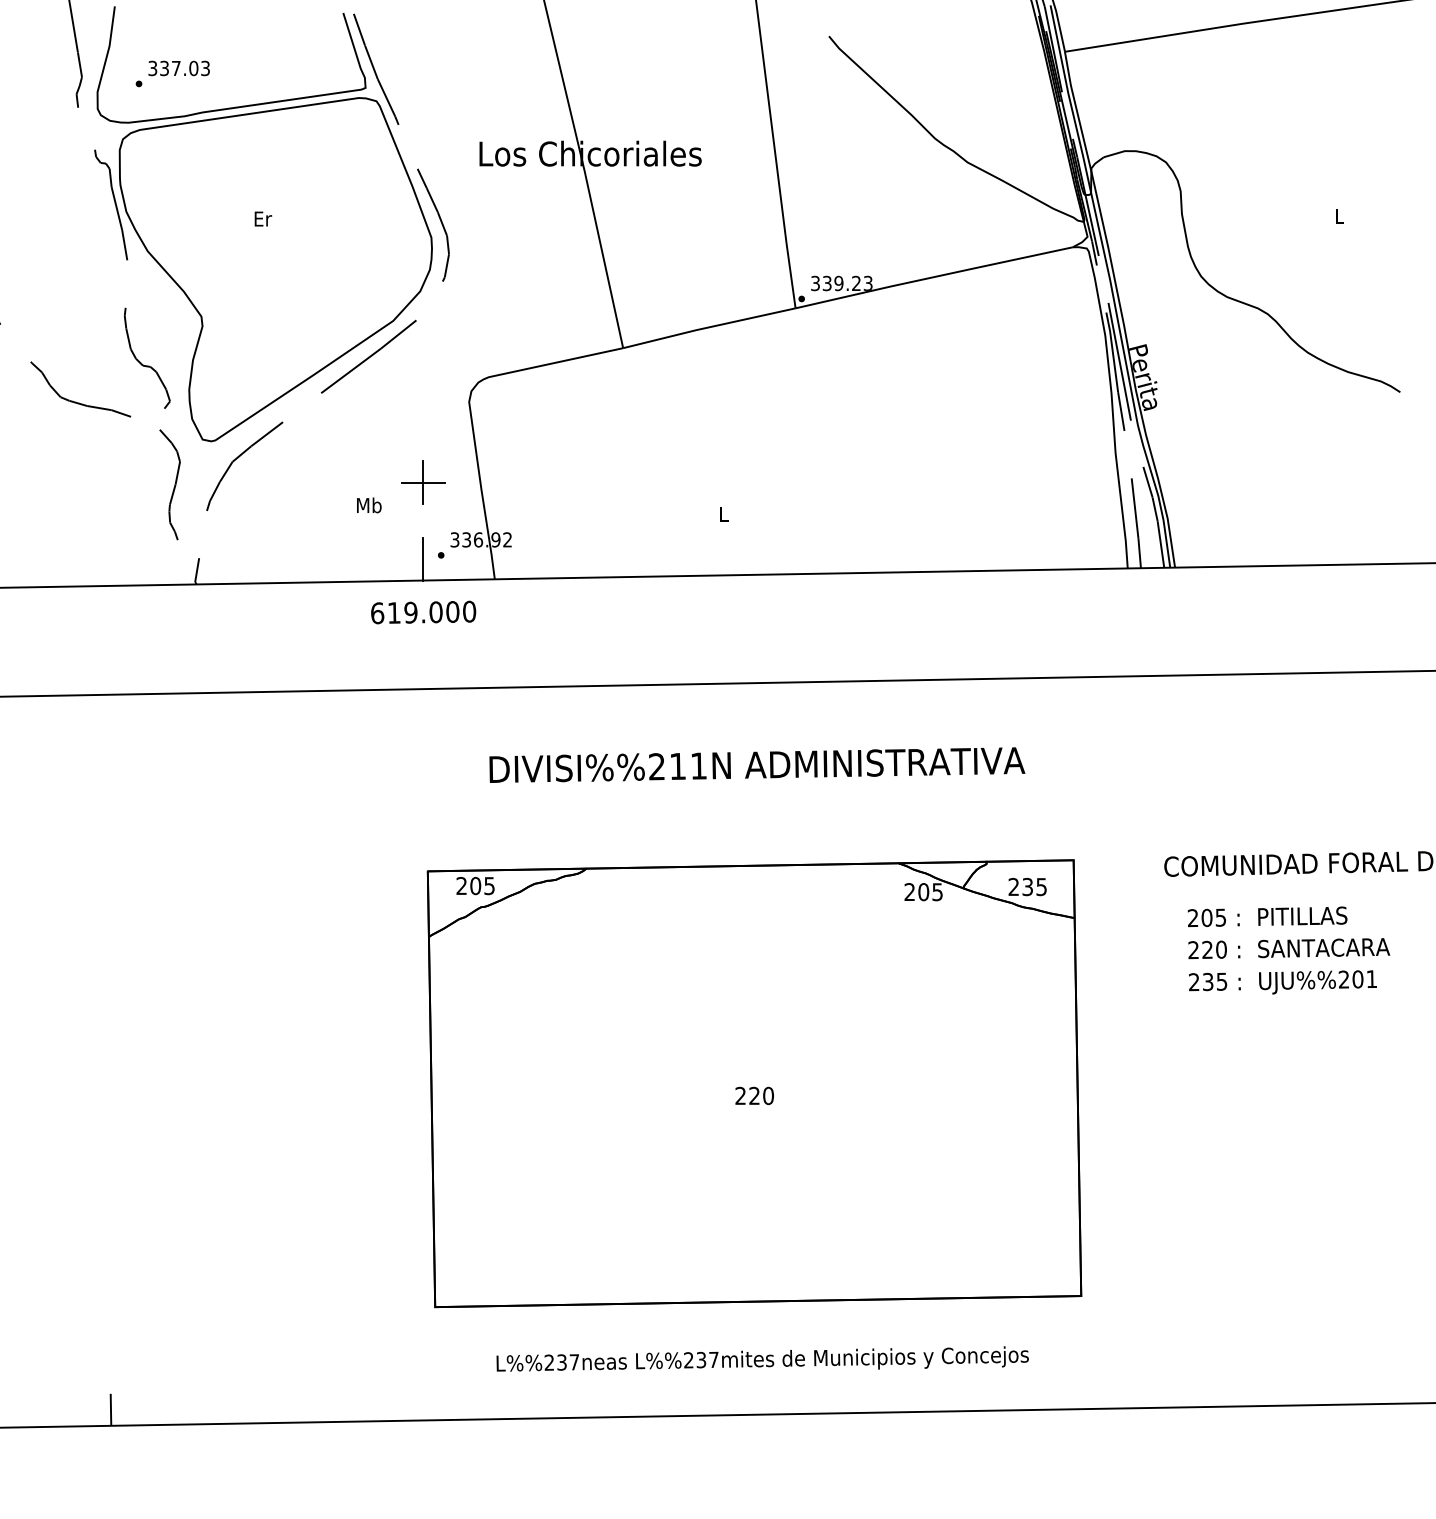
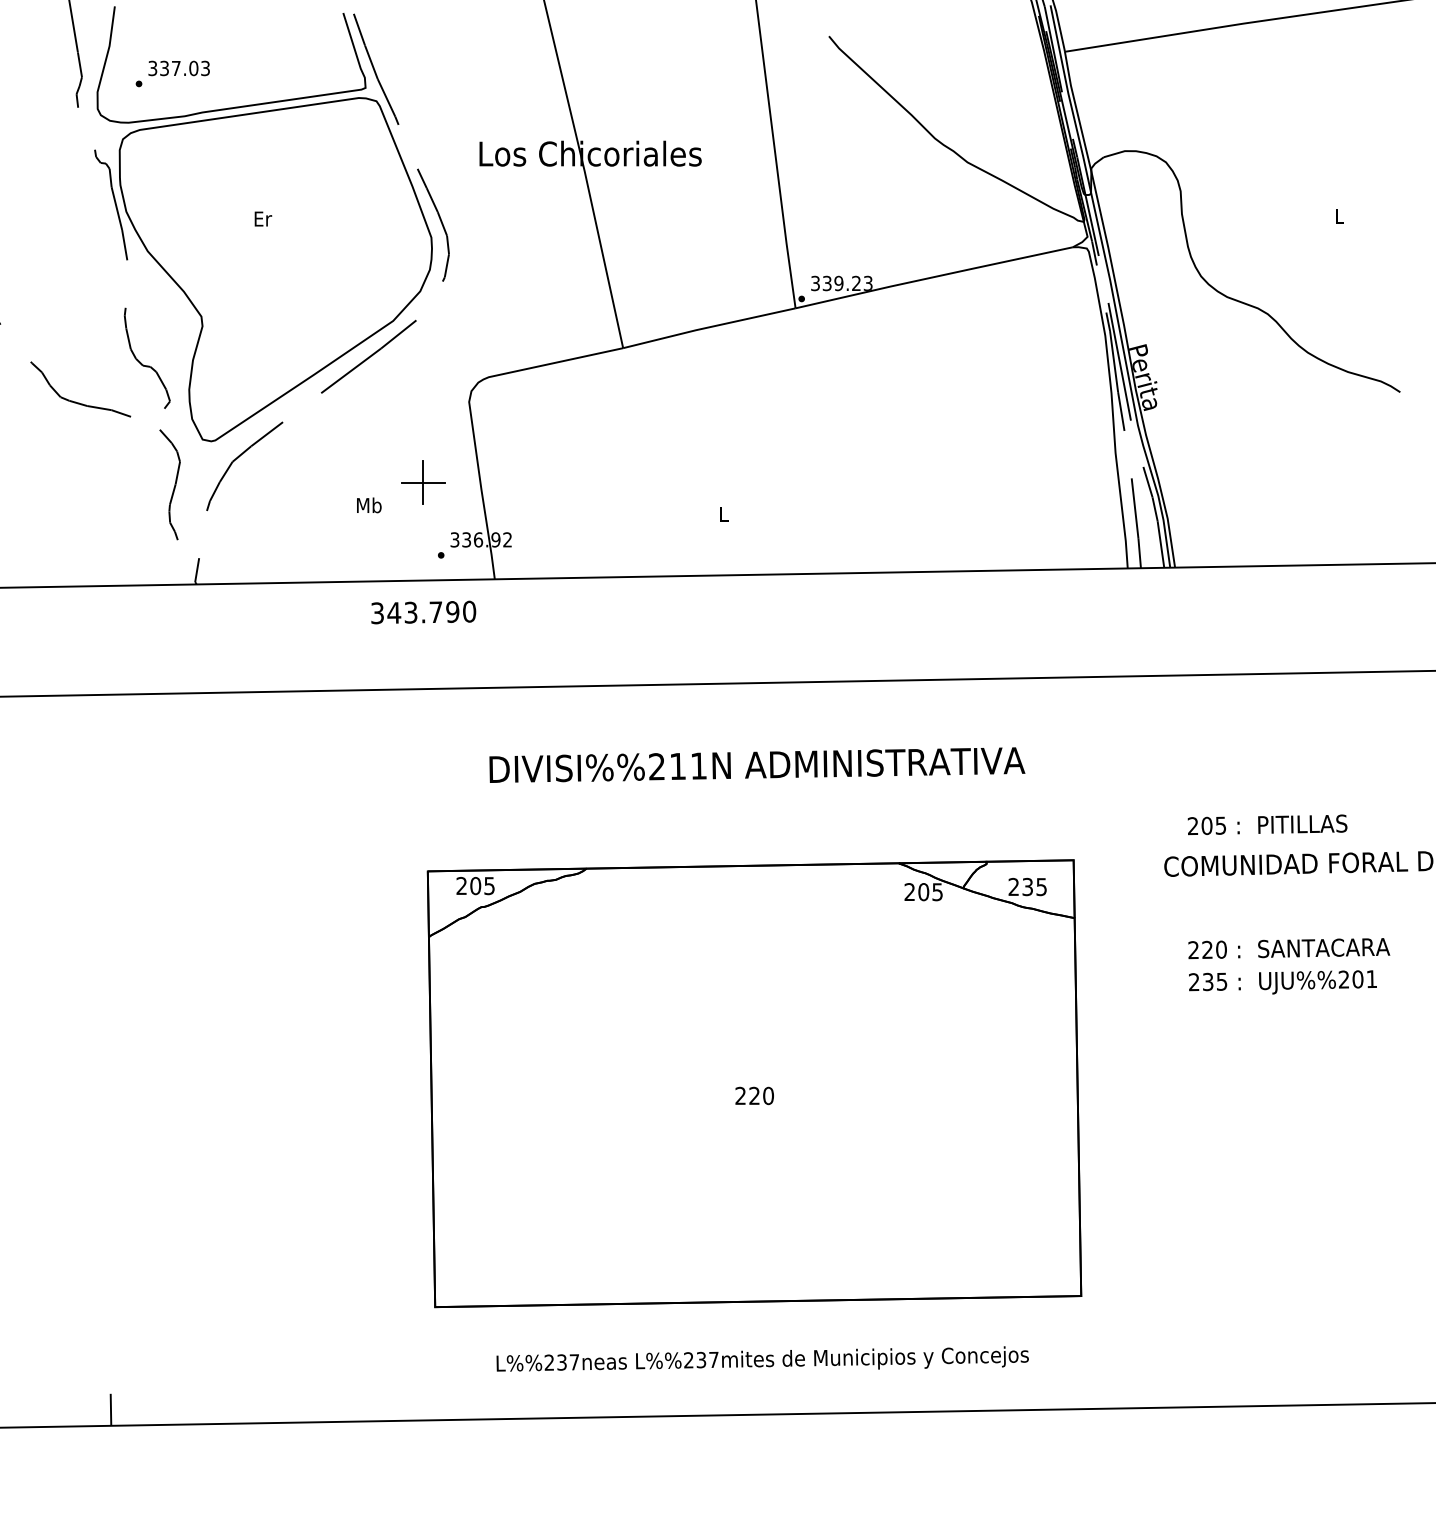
line at (423, 558): present -> none
text at (415, 612): 619.000 -> 343.790
text at (1267, 916) position: (1267, 916) -> (1267, 824)
